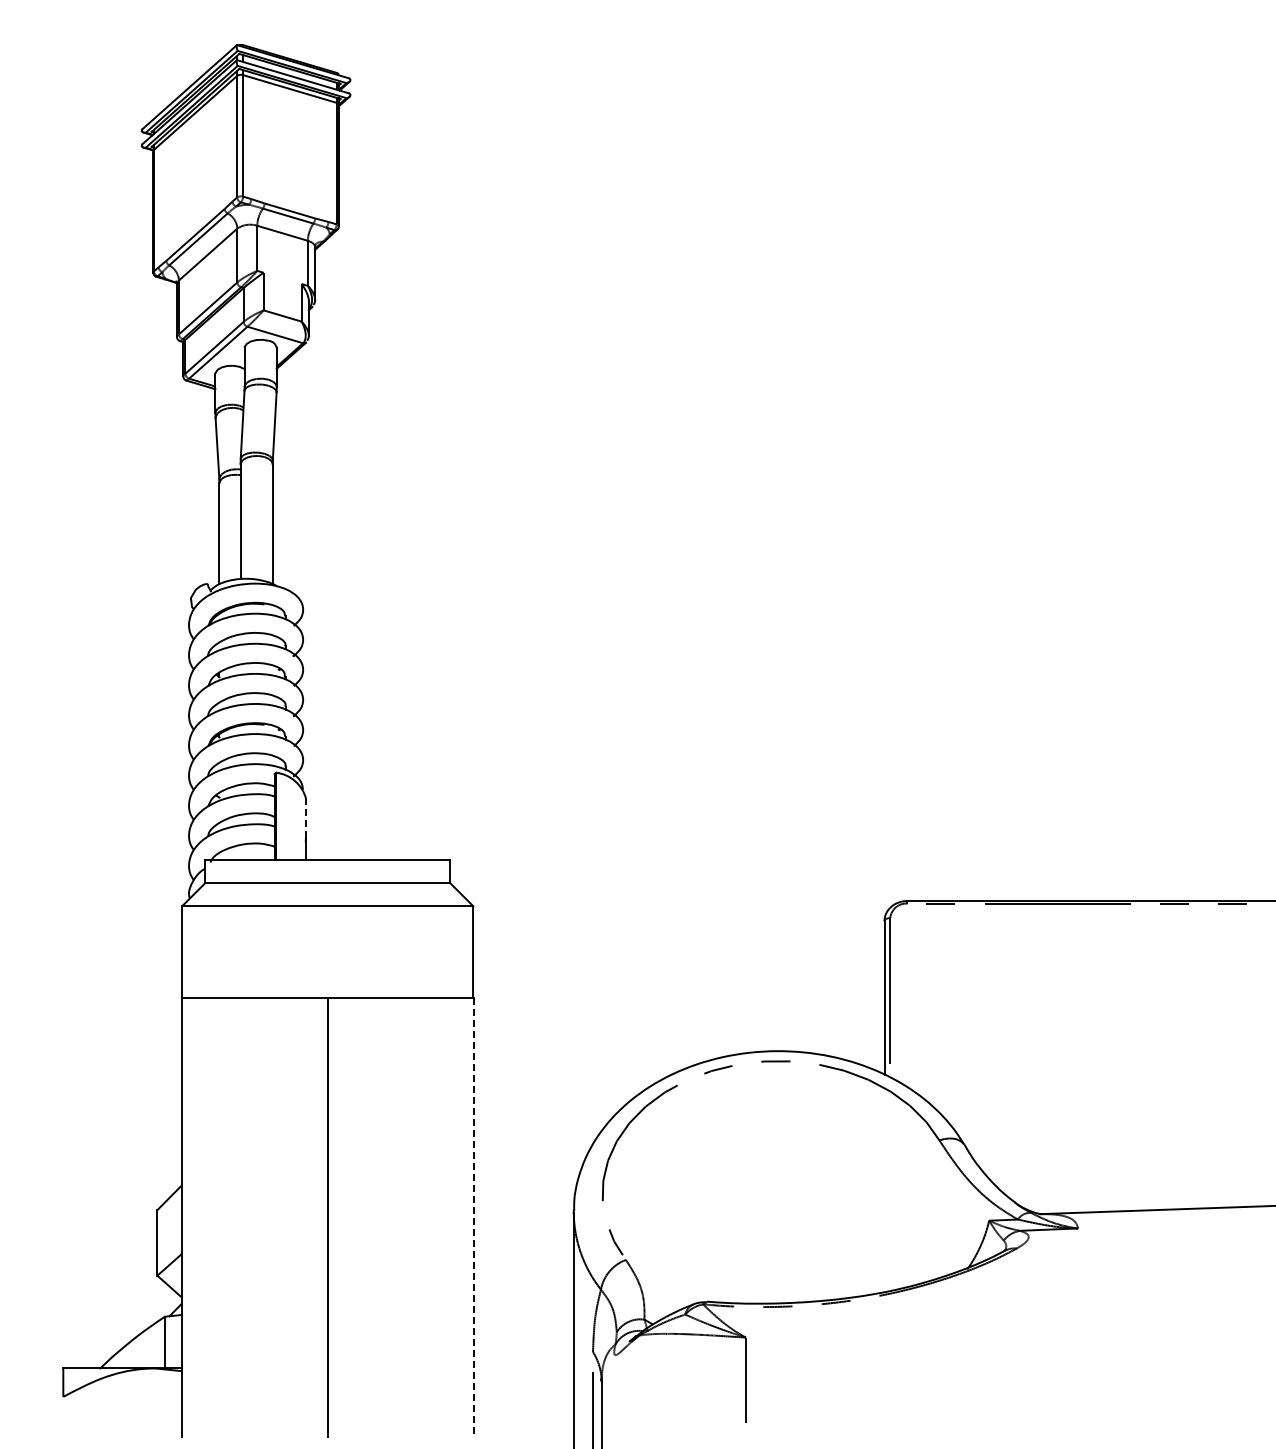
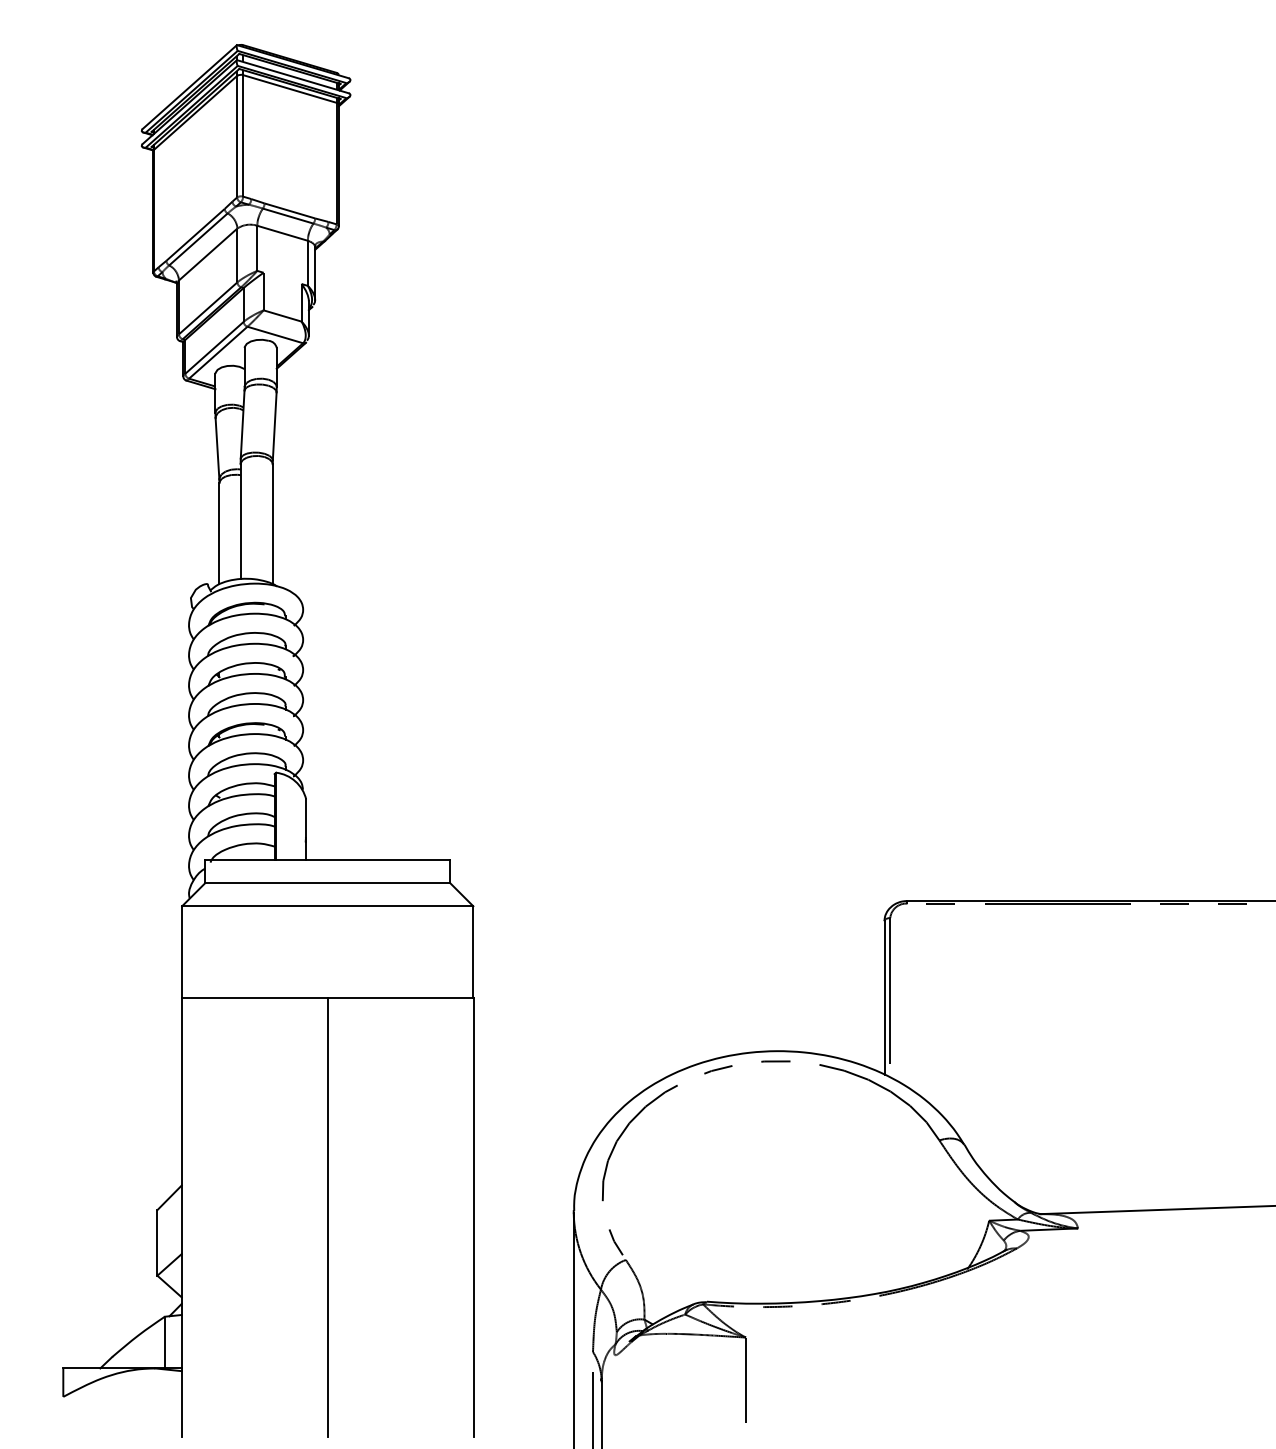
line at (306, 818): dashed -> solid
line at (473, 1217): dashed -> solid
